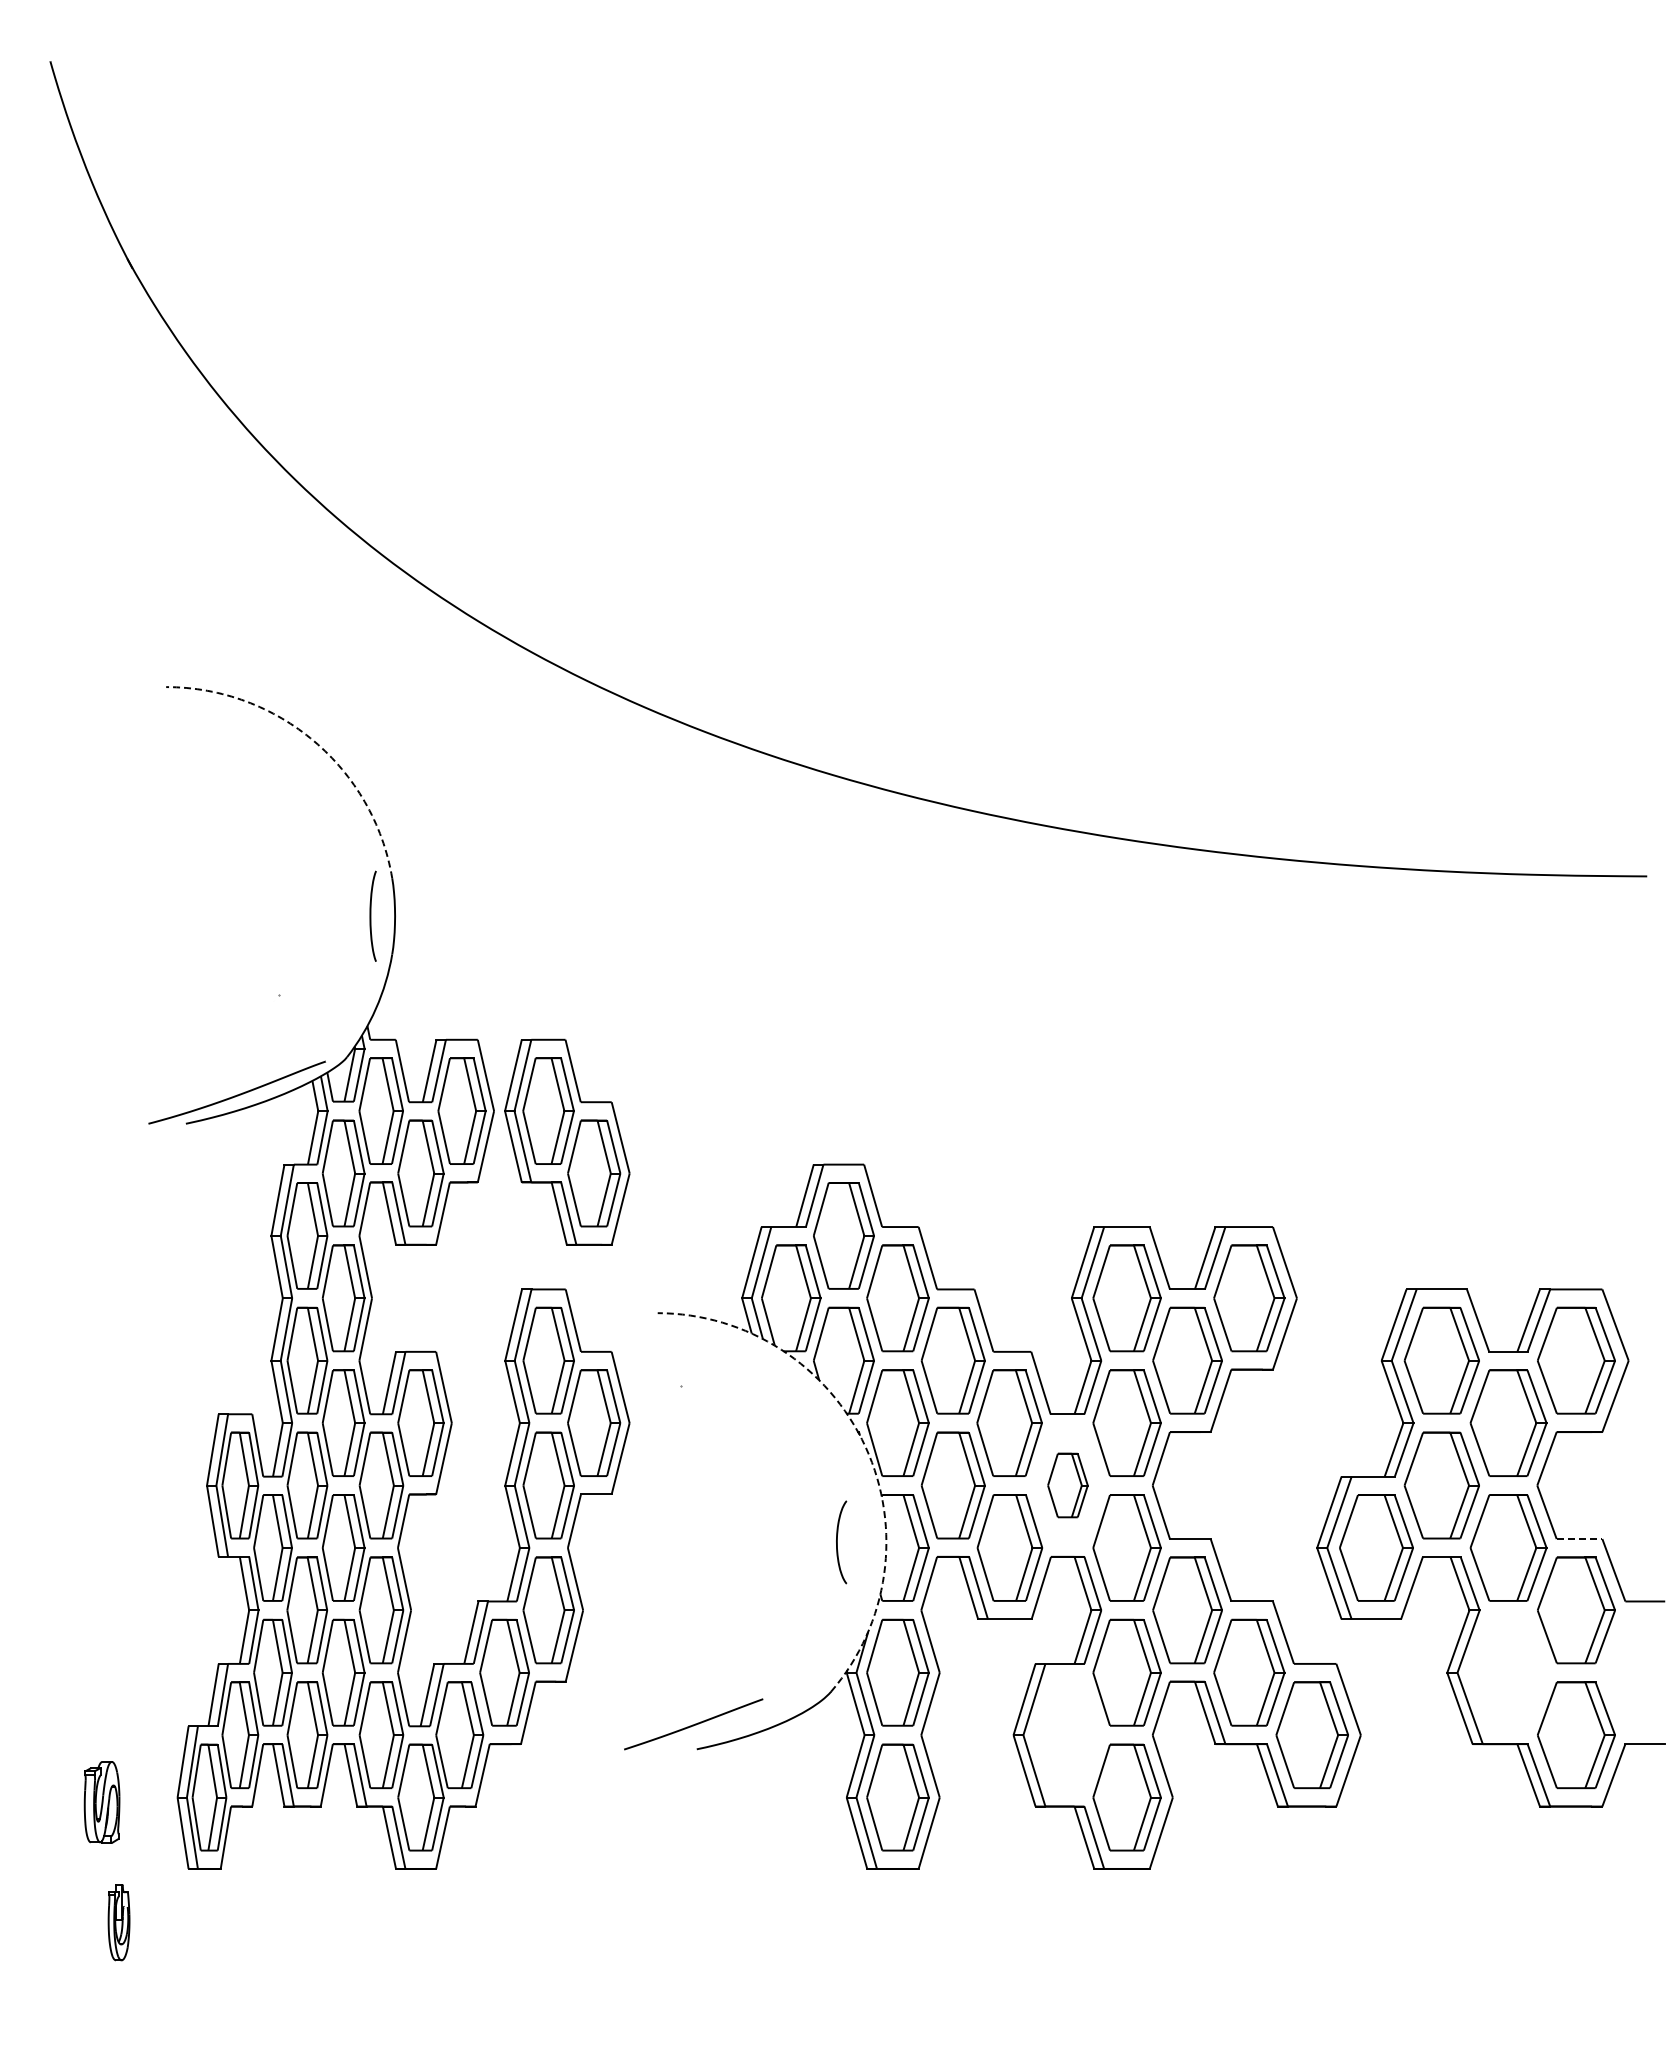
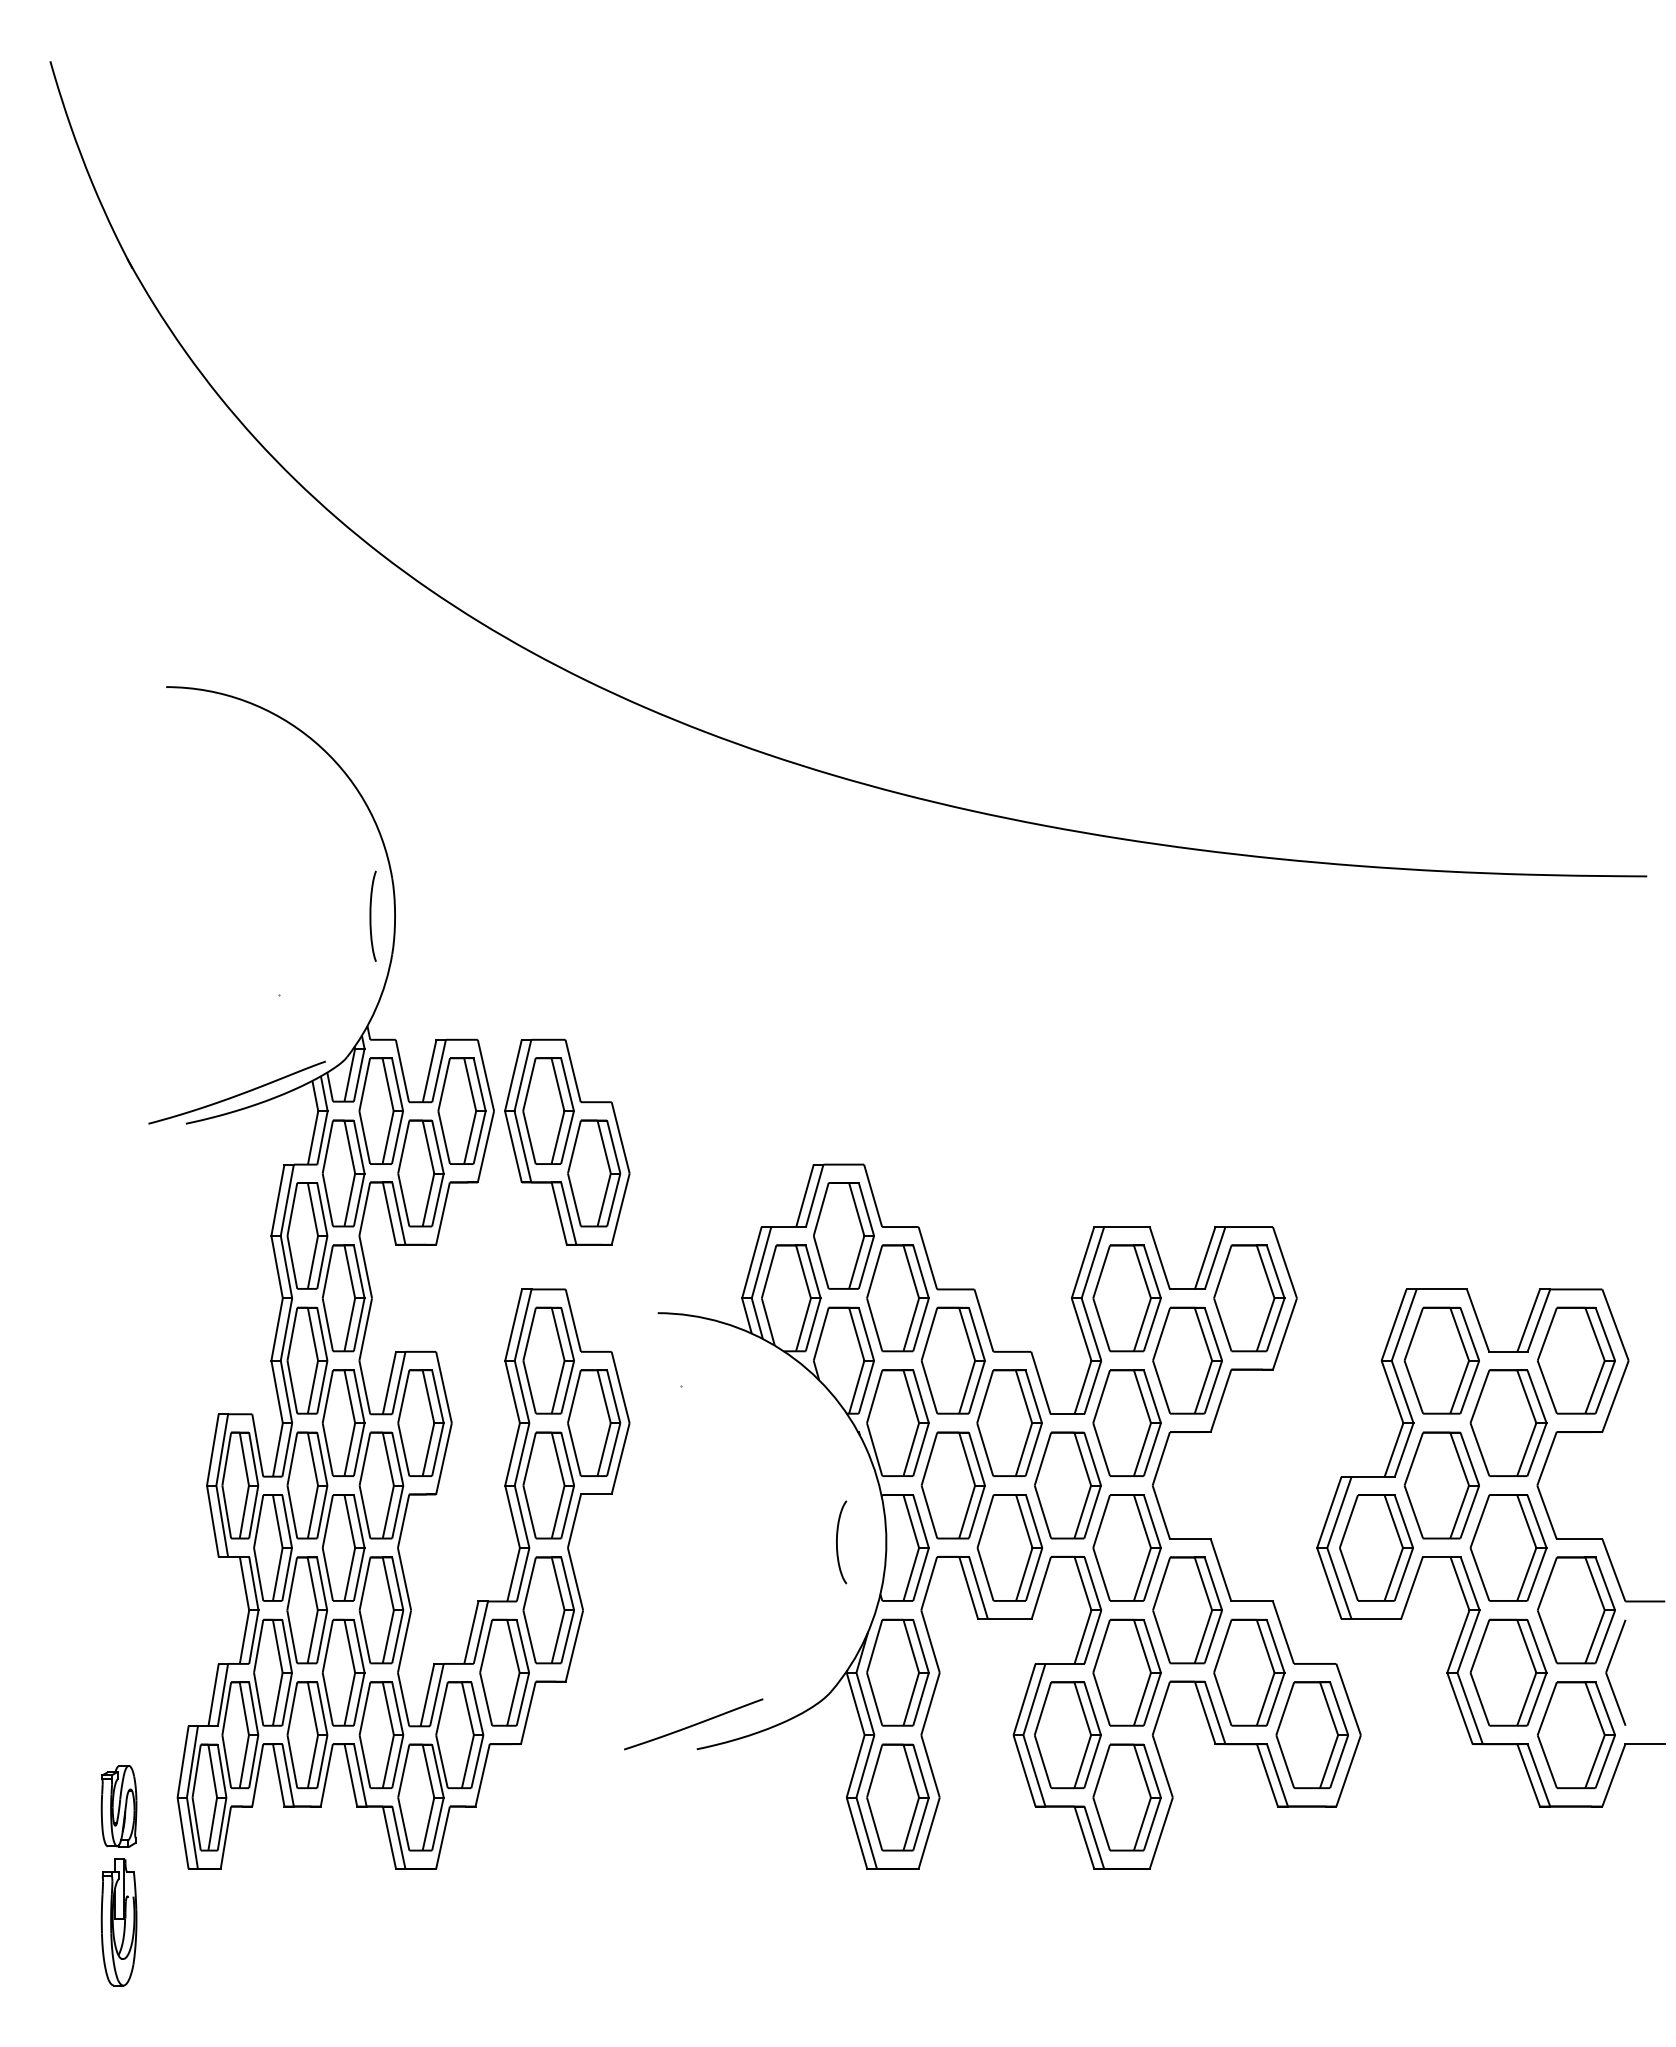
arc at (314, 741): dashed -> solid
arc at (865, 1446): dashed -> solid
part at (1067, 1485) size: 42x67 px -> 68x109 px
line at (1579, 1539): dashed -> solid
part at (1608, 1669): none -> present
part at (1508, 1672): none -> present
part at (1067, 1735): none -> present
part at (101, 1802) position: (101, 1802) -> (118, 1806)
part at (118, 1922) size: 24x78 px -> 38x129 px
